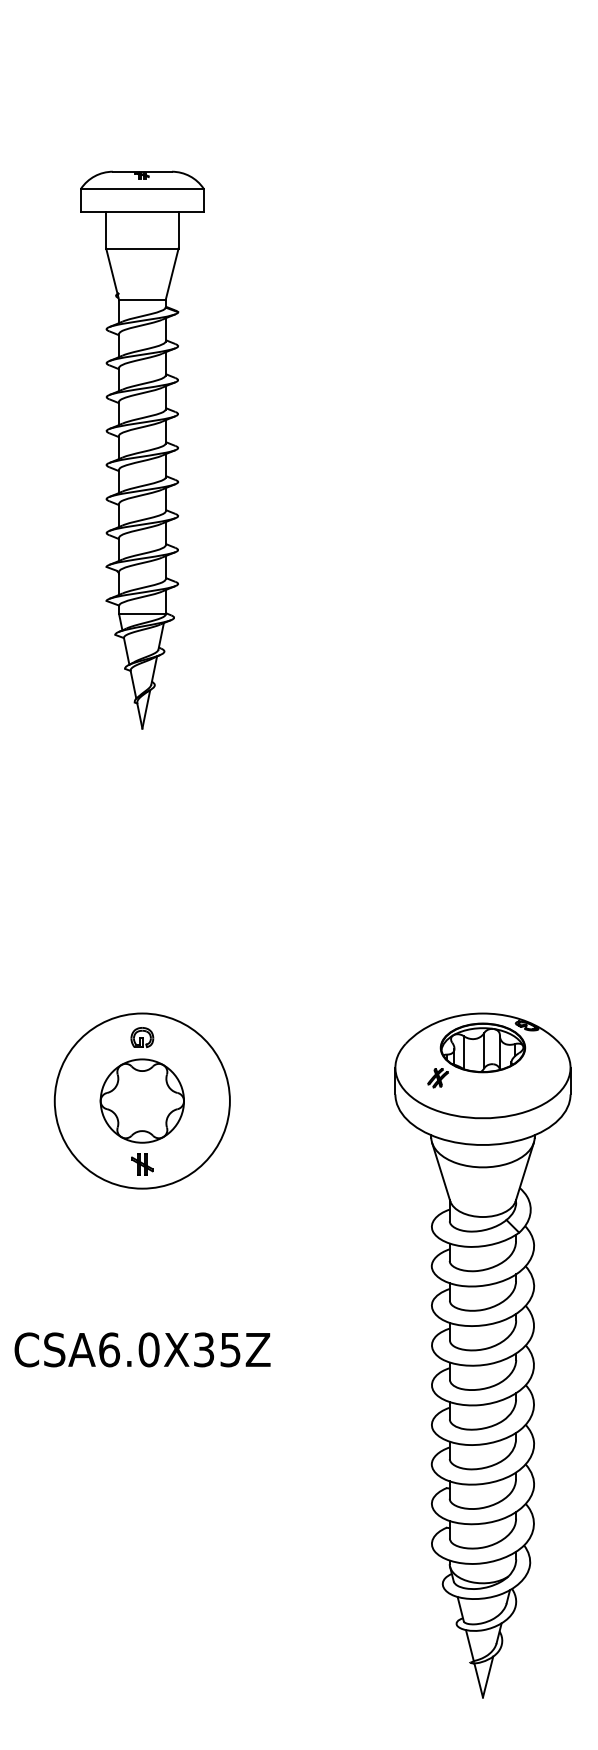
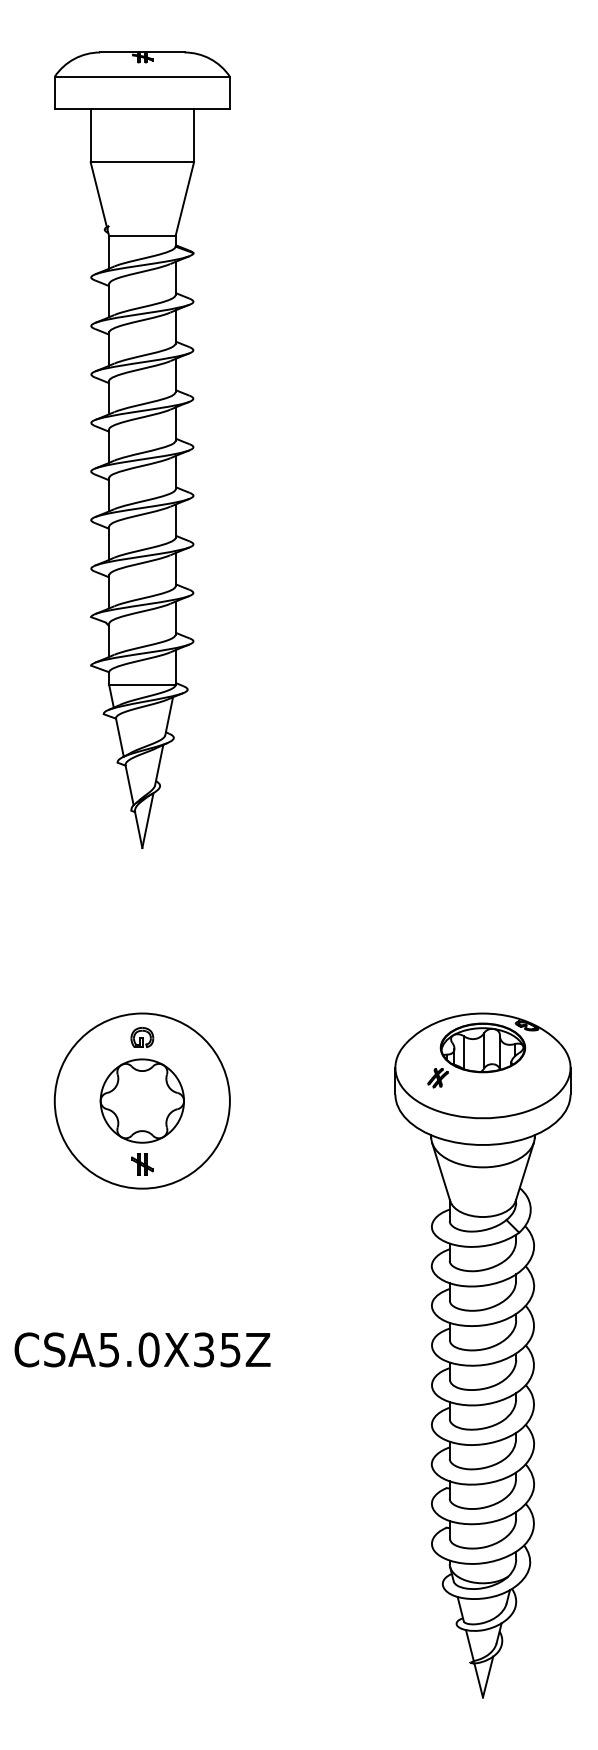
part at (142, 449) size: 125x560 px -> 177x798 px
text at (109, 1349): CSA6.0X35Z -> CSA5.0X35Z
